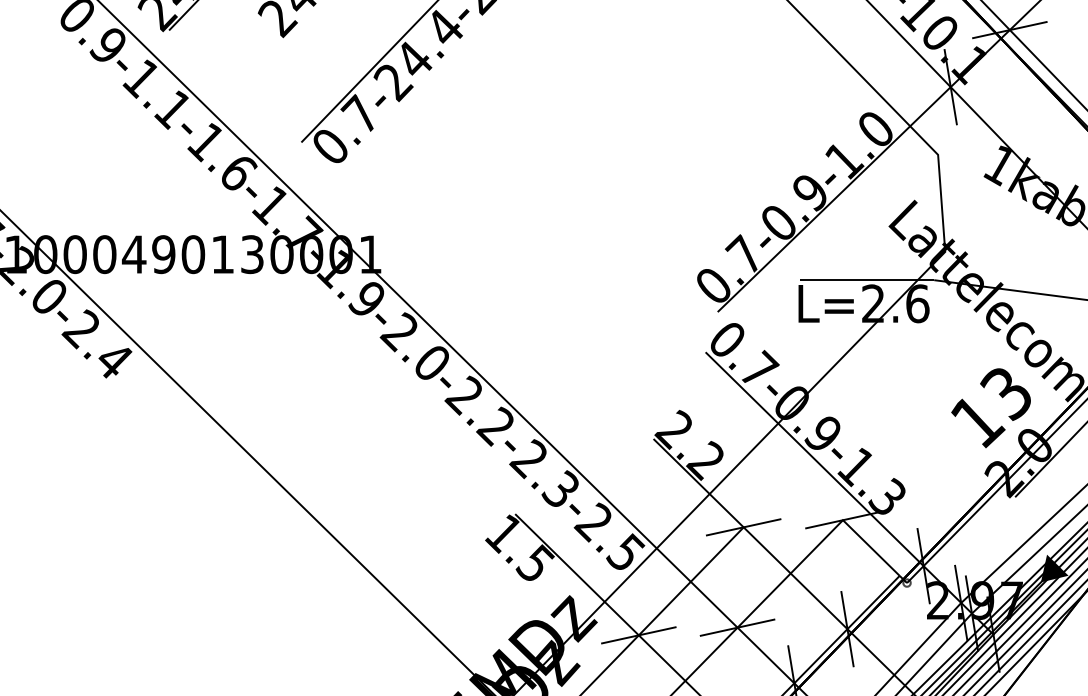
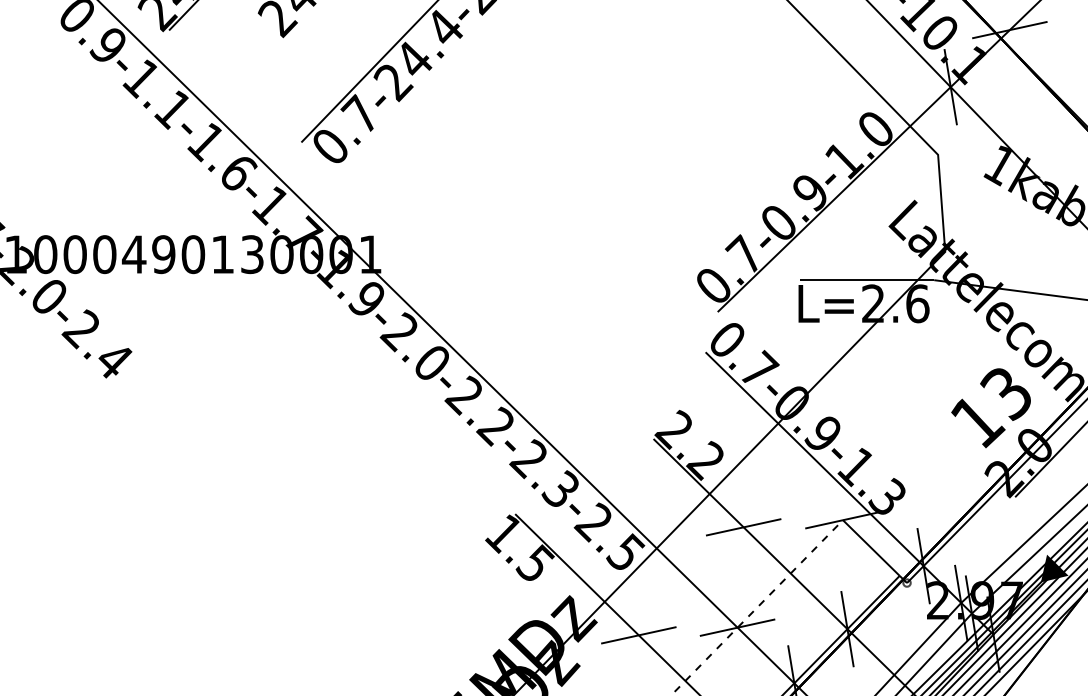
line at (1033, 54): present -> none
line at (247, 452): present -> none
line at (756, 608): solid -> dashed
line at (663, 609): present -> none
